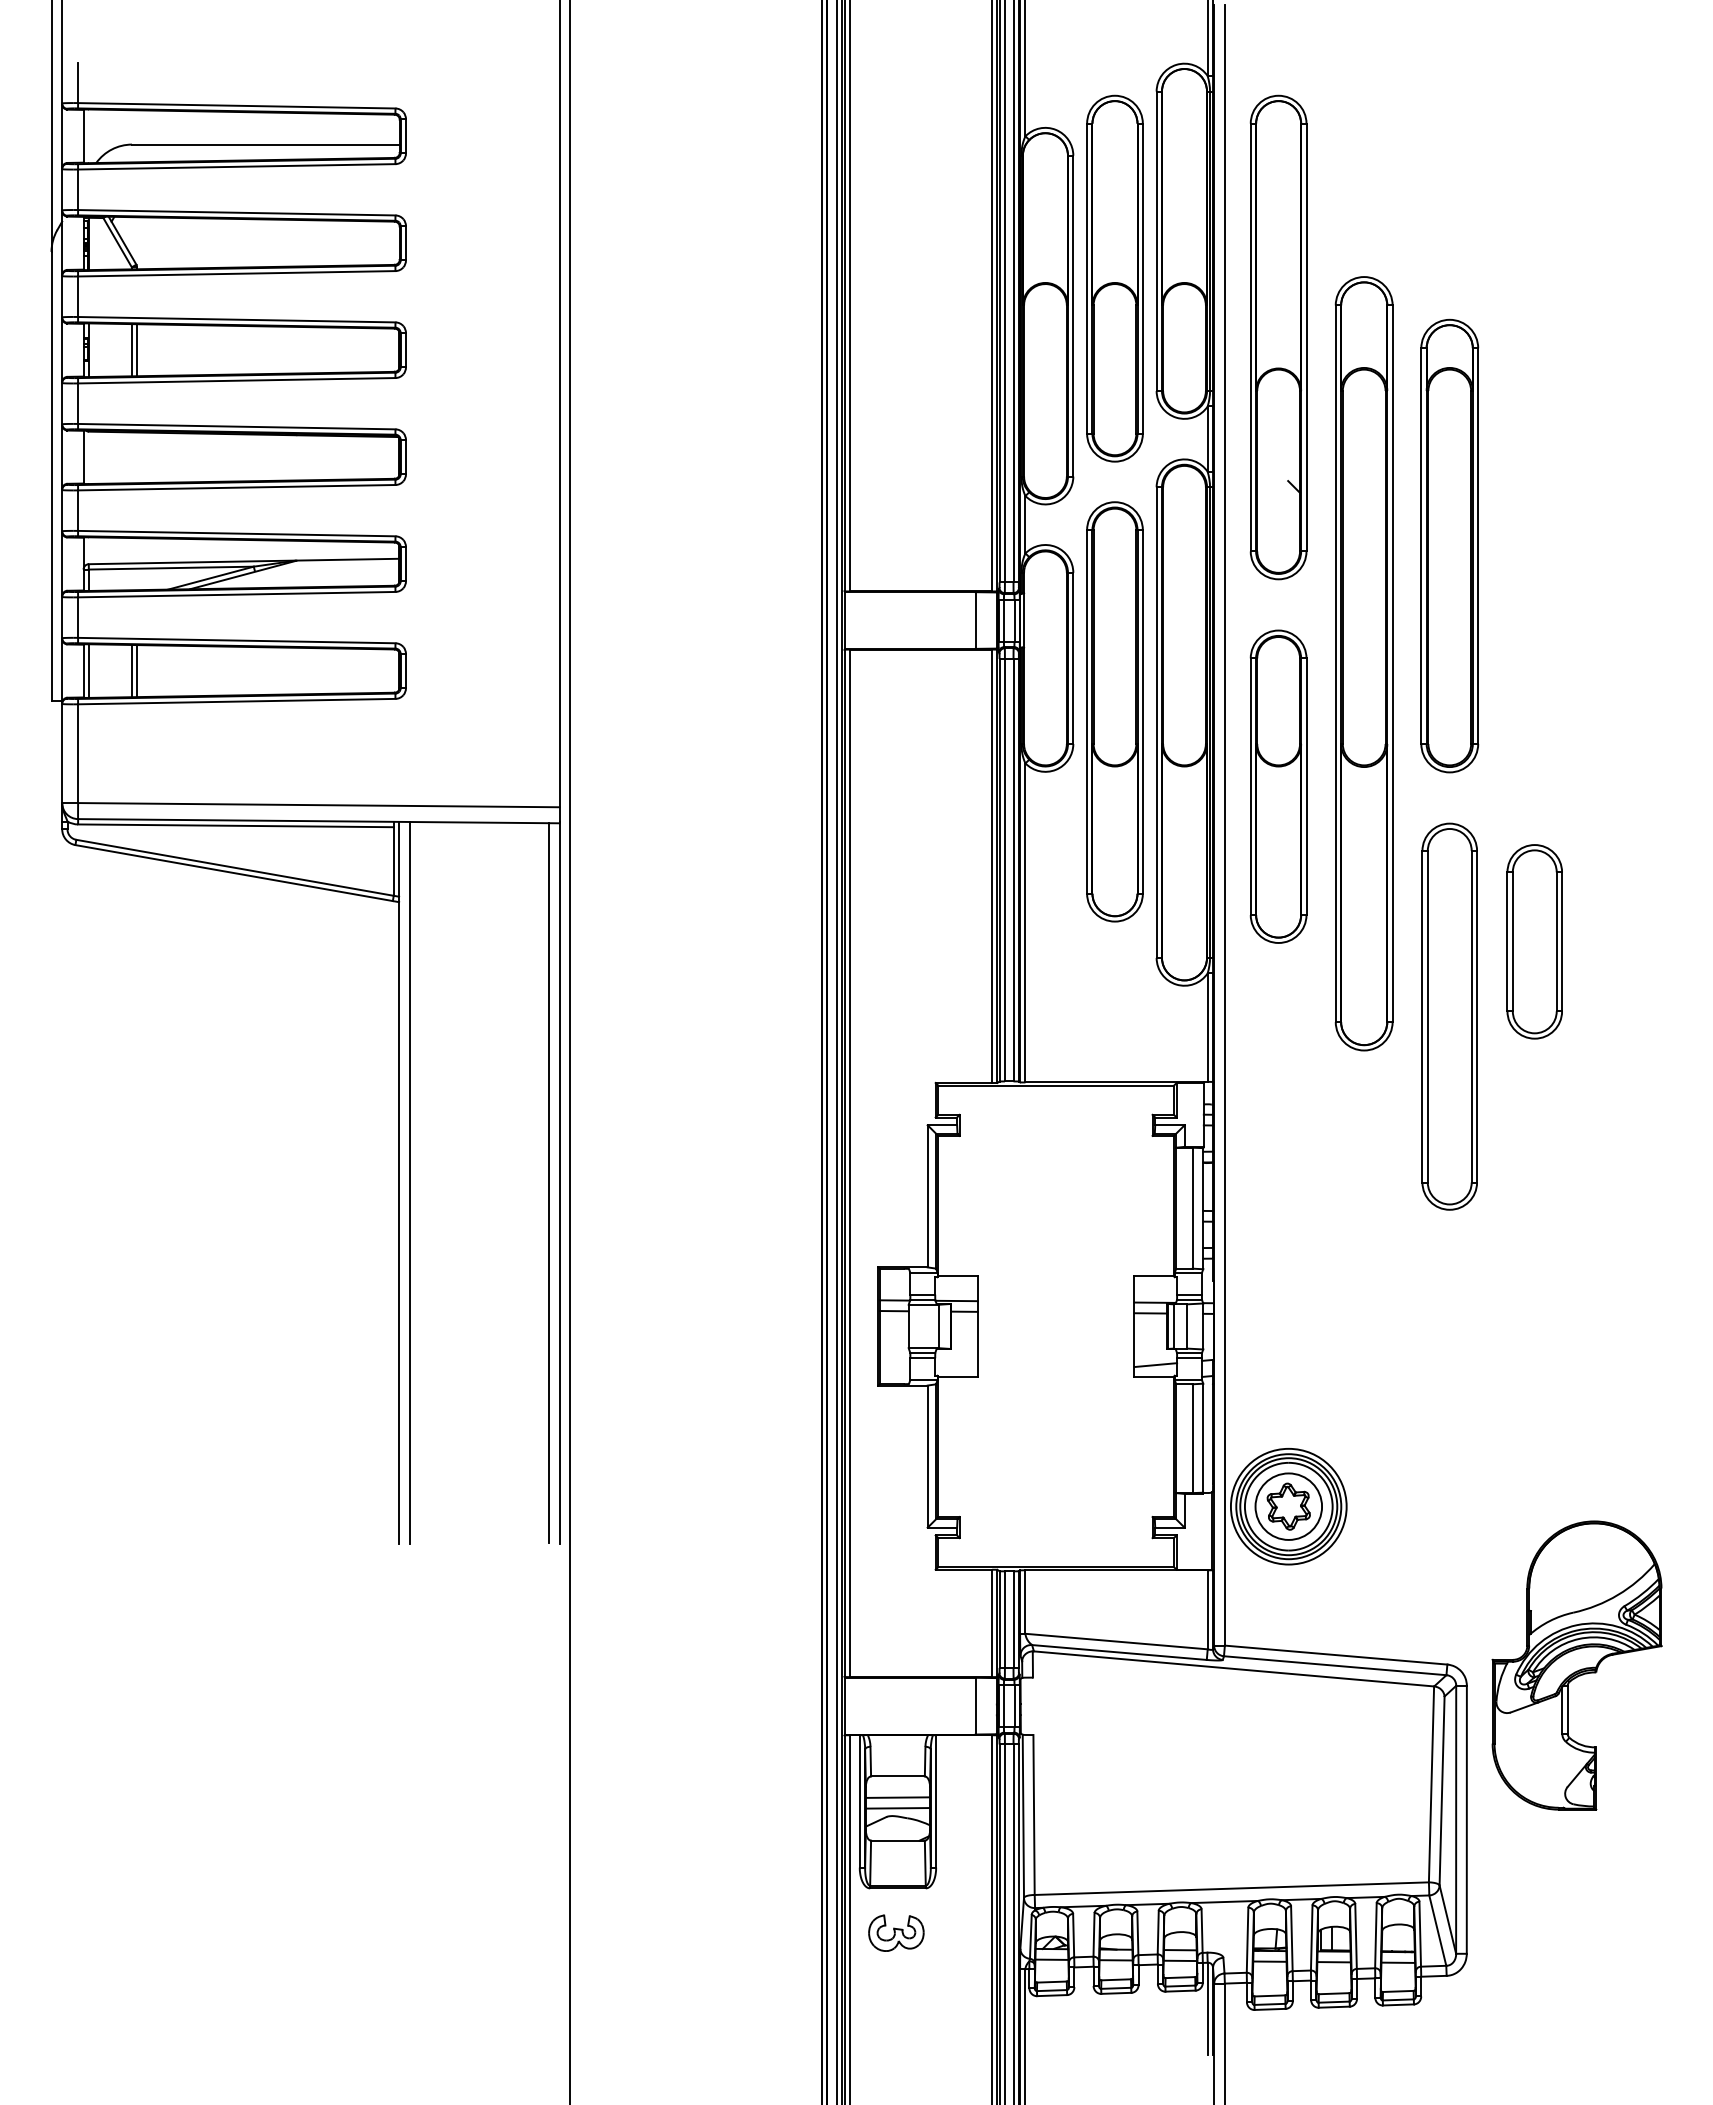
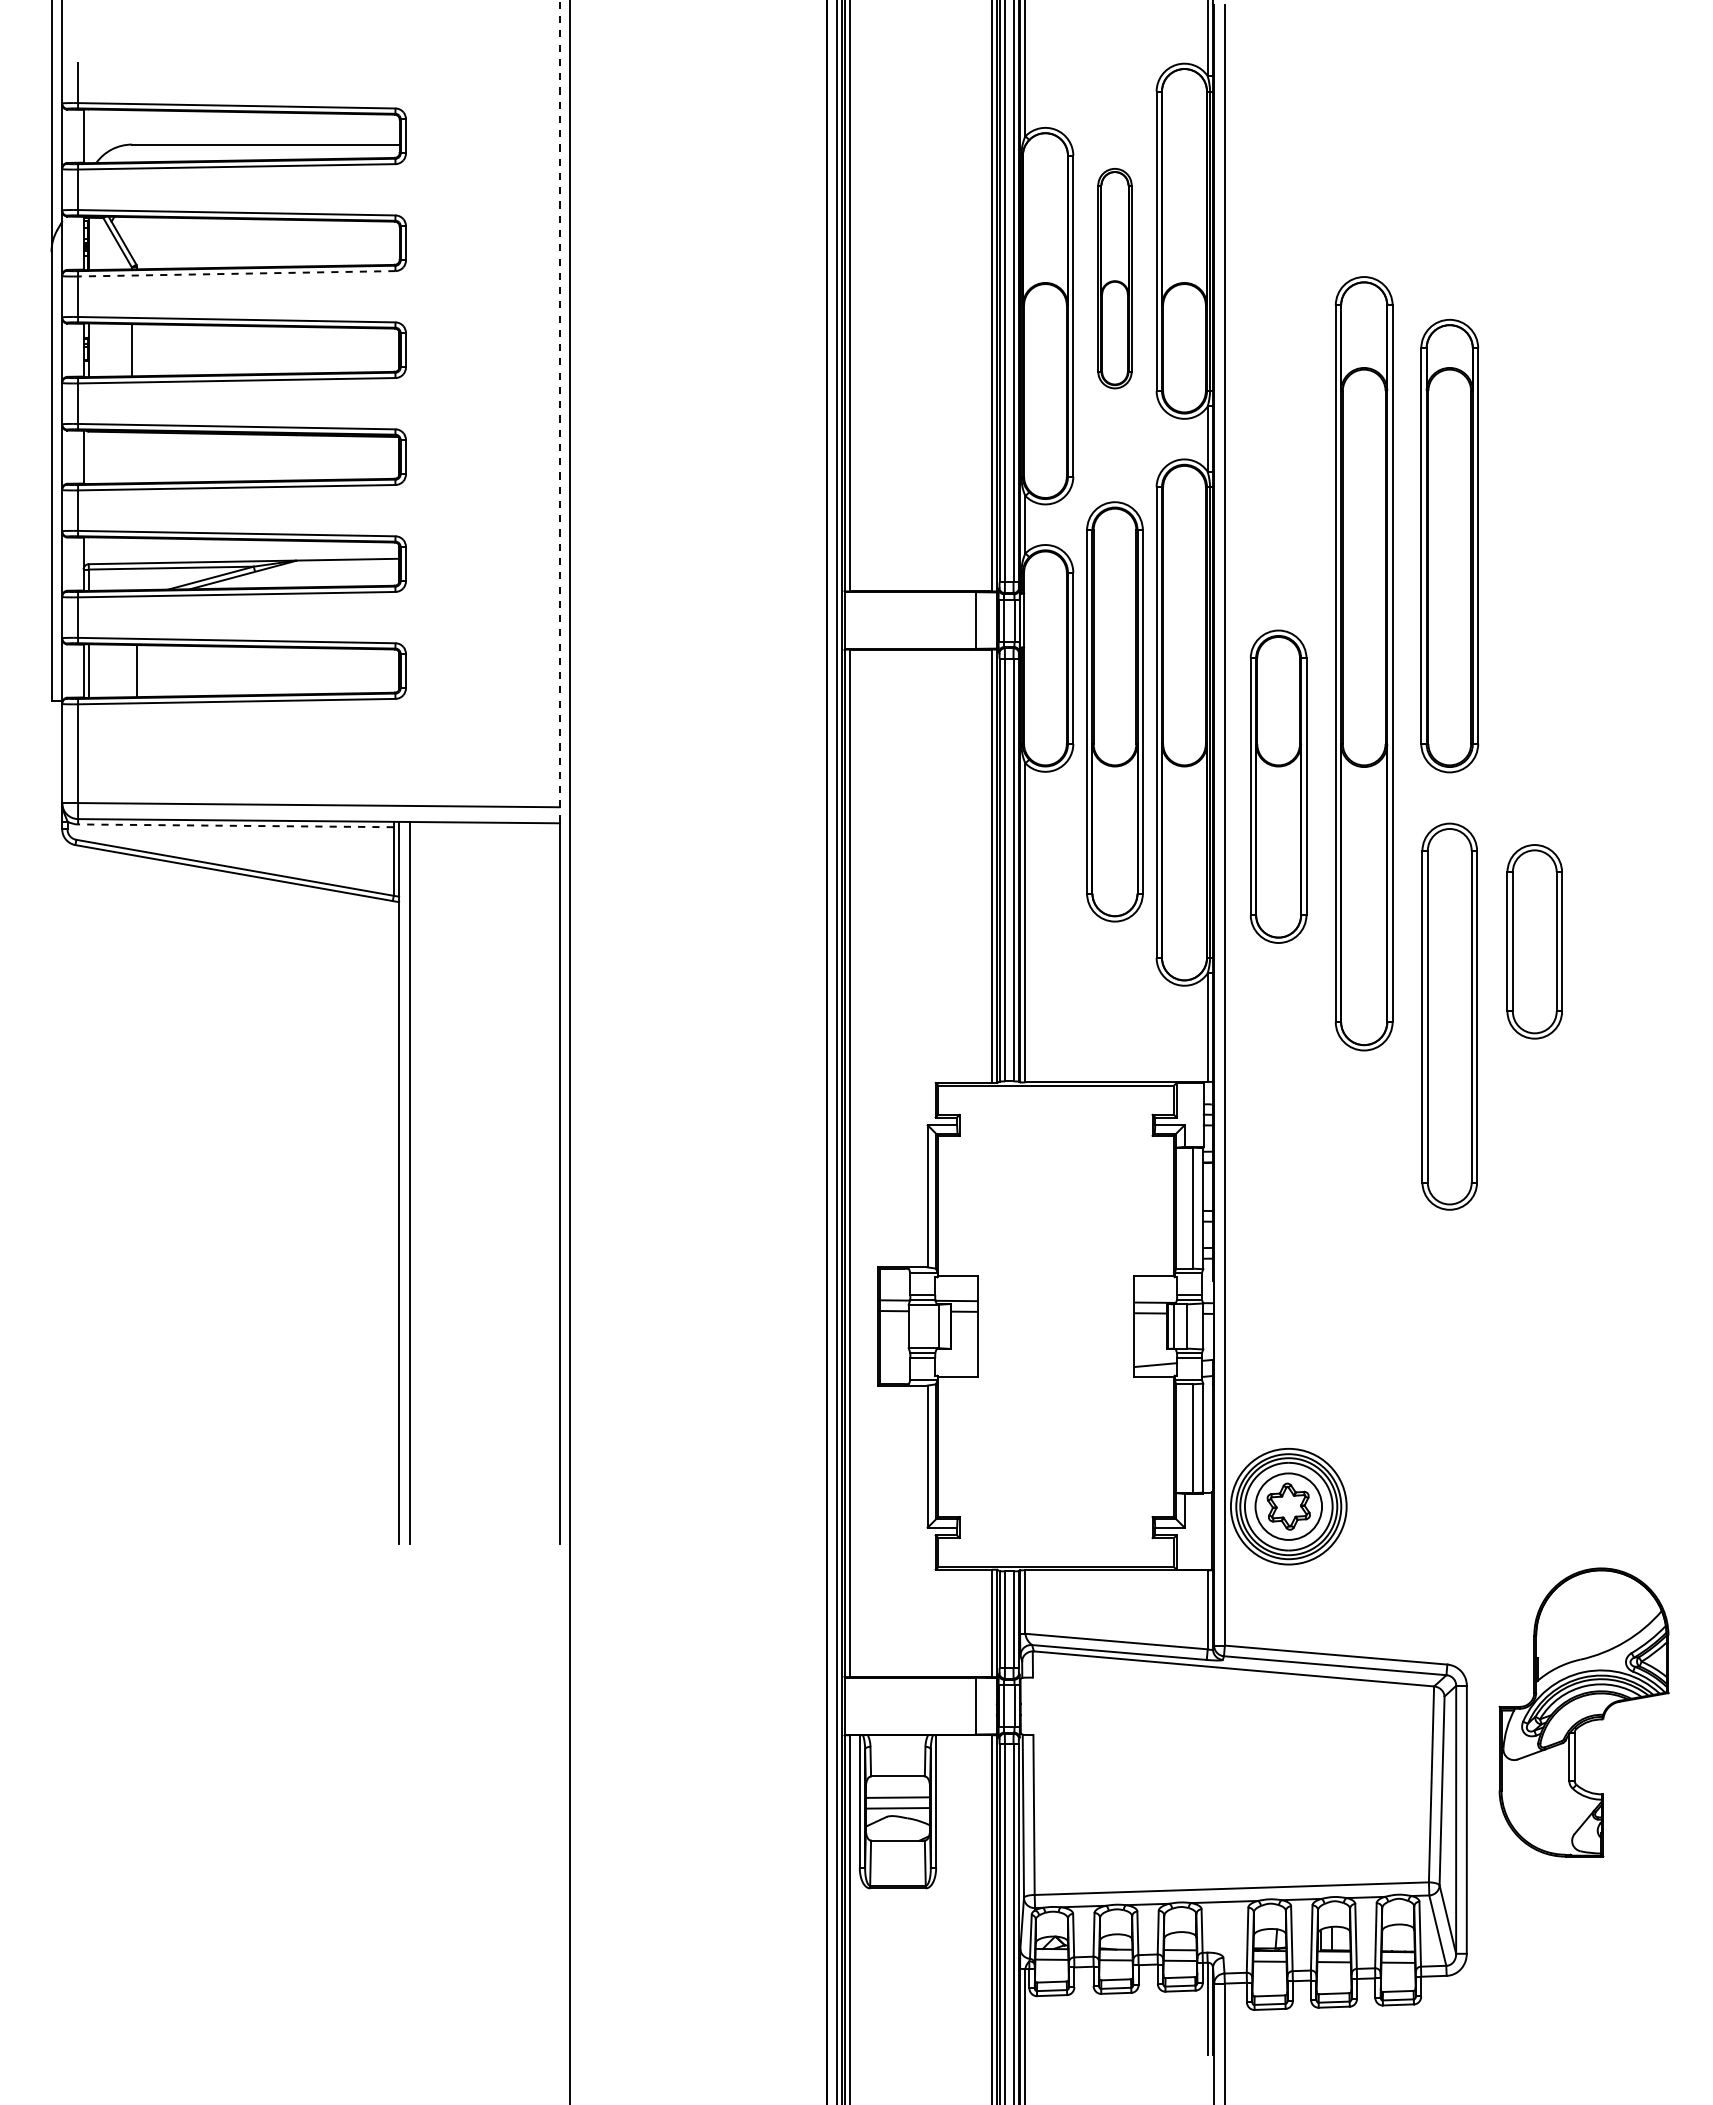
line at (236, 273): solid -> dashed
part at (1114, 278) size: 58x369 px -> 36x222 px
part at (1278, 337): present -> none
line at (137, 350): present -> none
line at (559, 410): solid -> dashed
line at (131, 671): present -> none
line at (235, 825): solid -> dashed
line at (821, 1051): present -> none
line at (549, 1182): present -> none
part at (1576, 1665) position: (1576, 1665) -> (1583, 1712)
part at (896, 1932): present -> none
